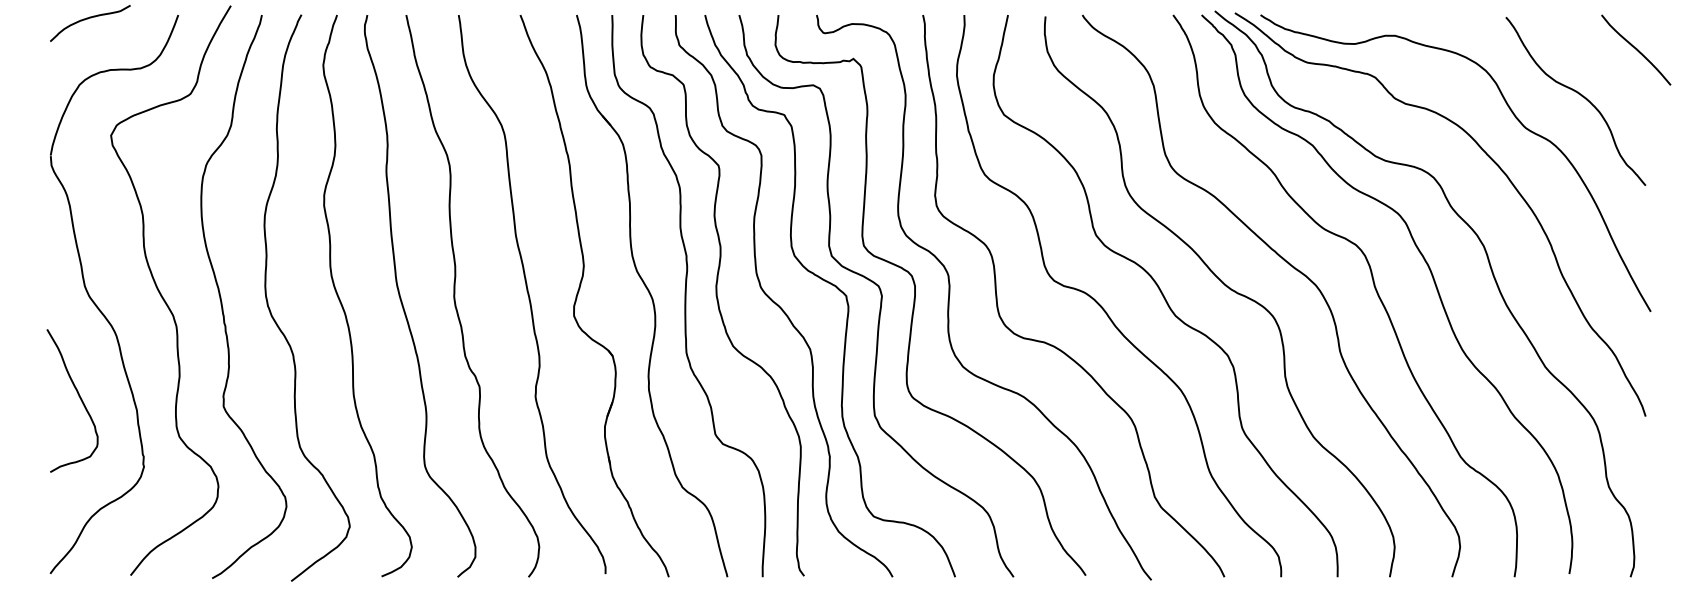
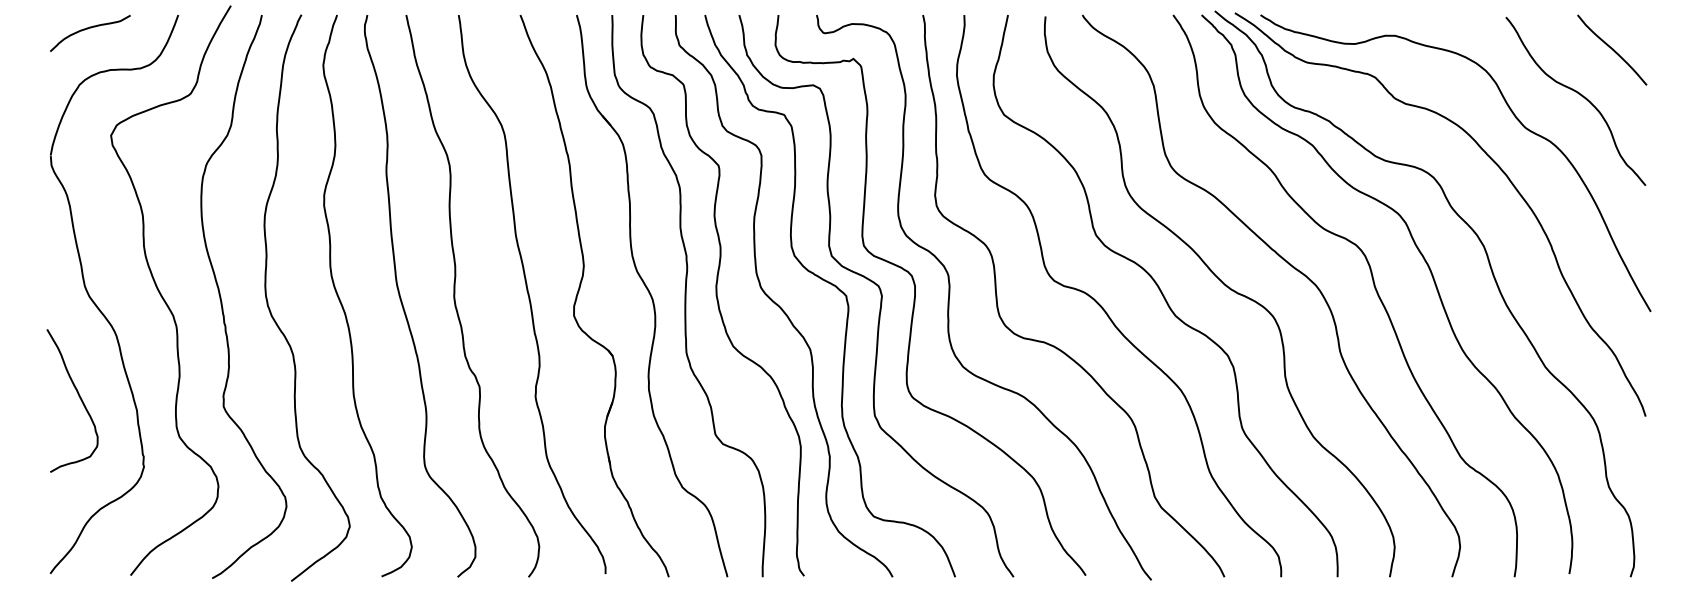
curve at (88, 19) position: (88, 19) -> (88, 29)
curve at (1636, 49) position: (1636, 49) -> (1612, 49)
